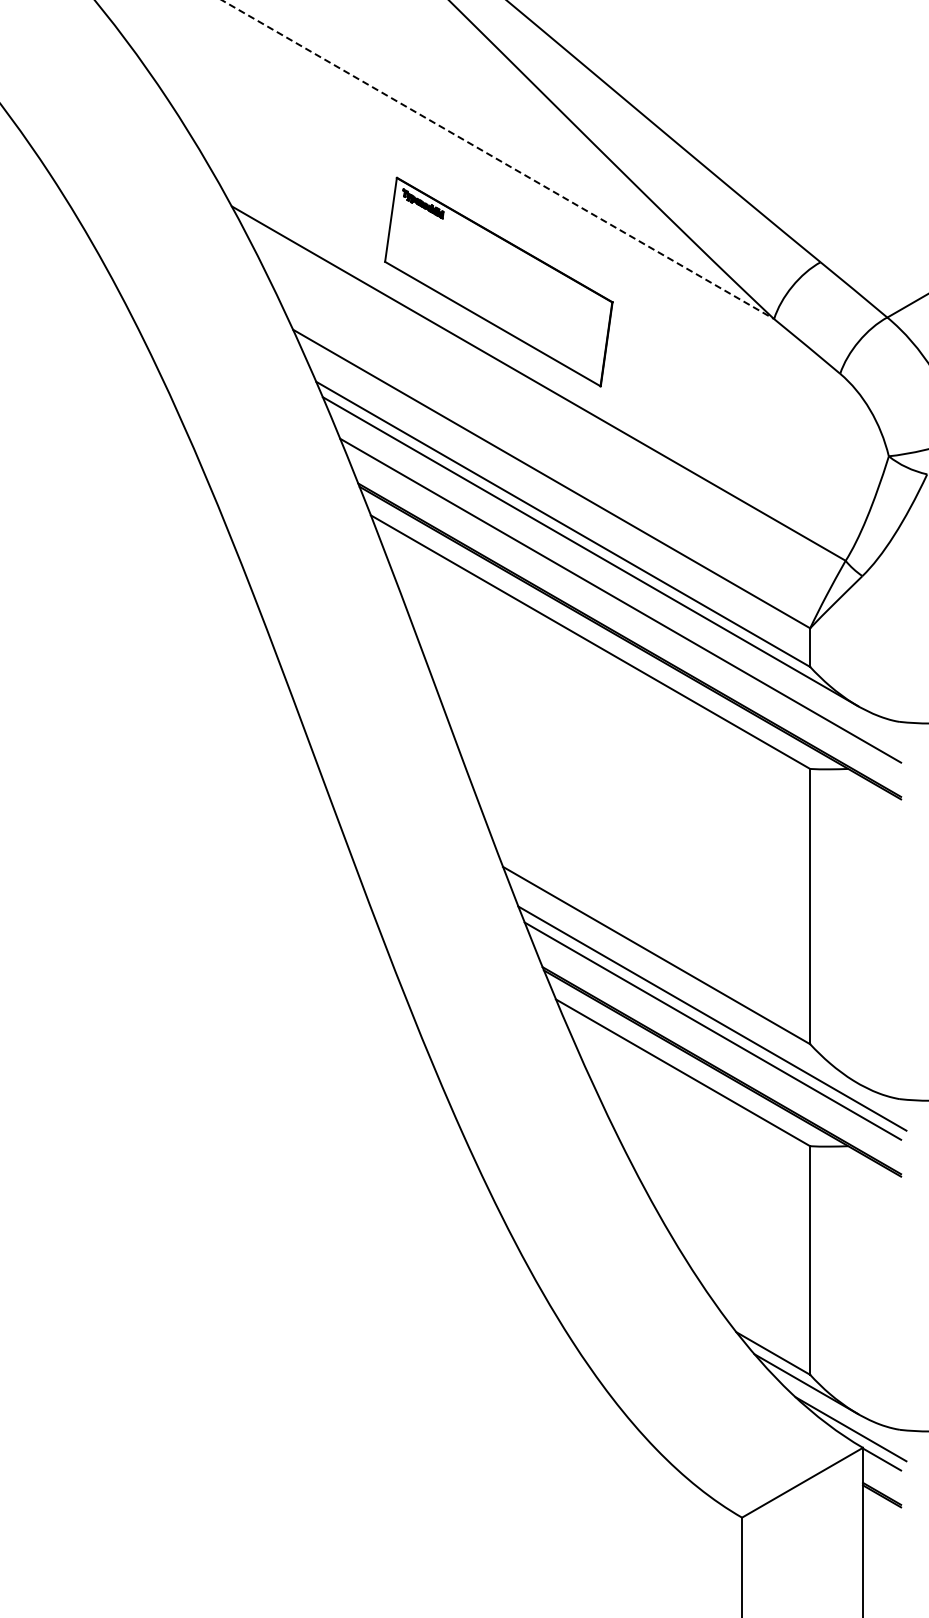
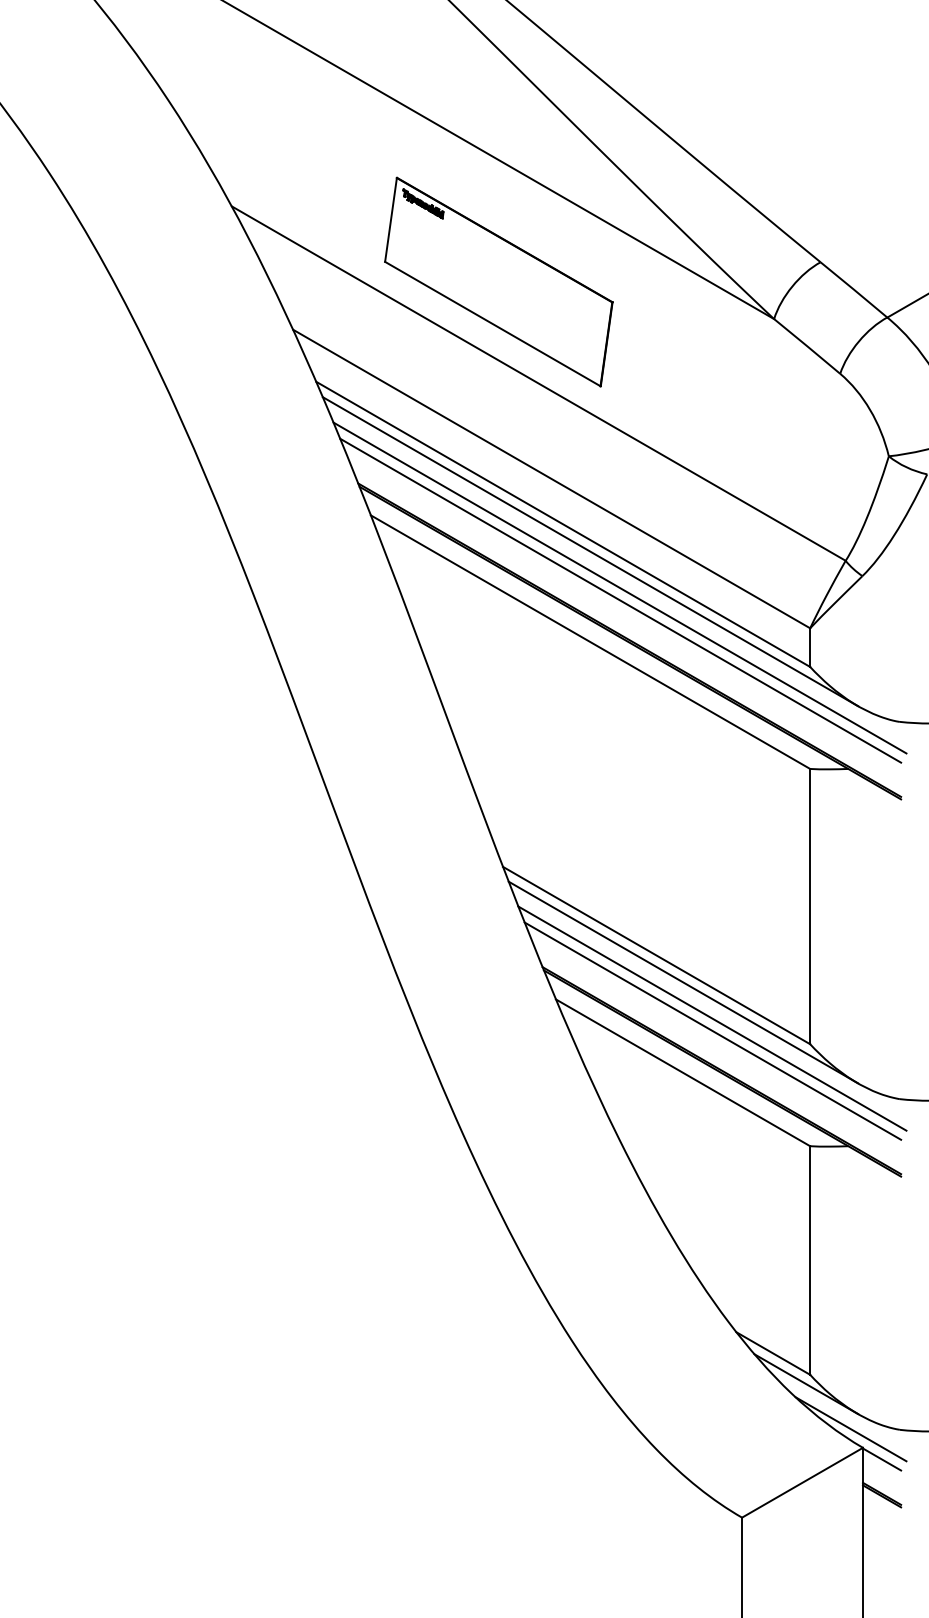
line at (498, 159): dashed -> solid
line at (619, 587): none -> present
line at (683, 982): none -> present
